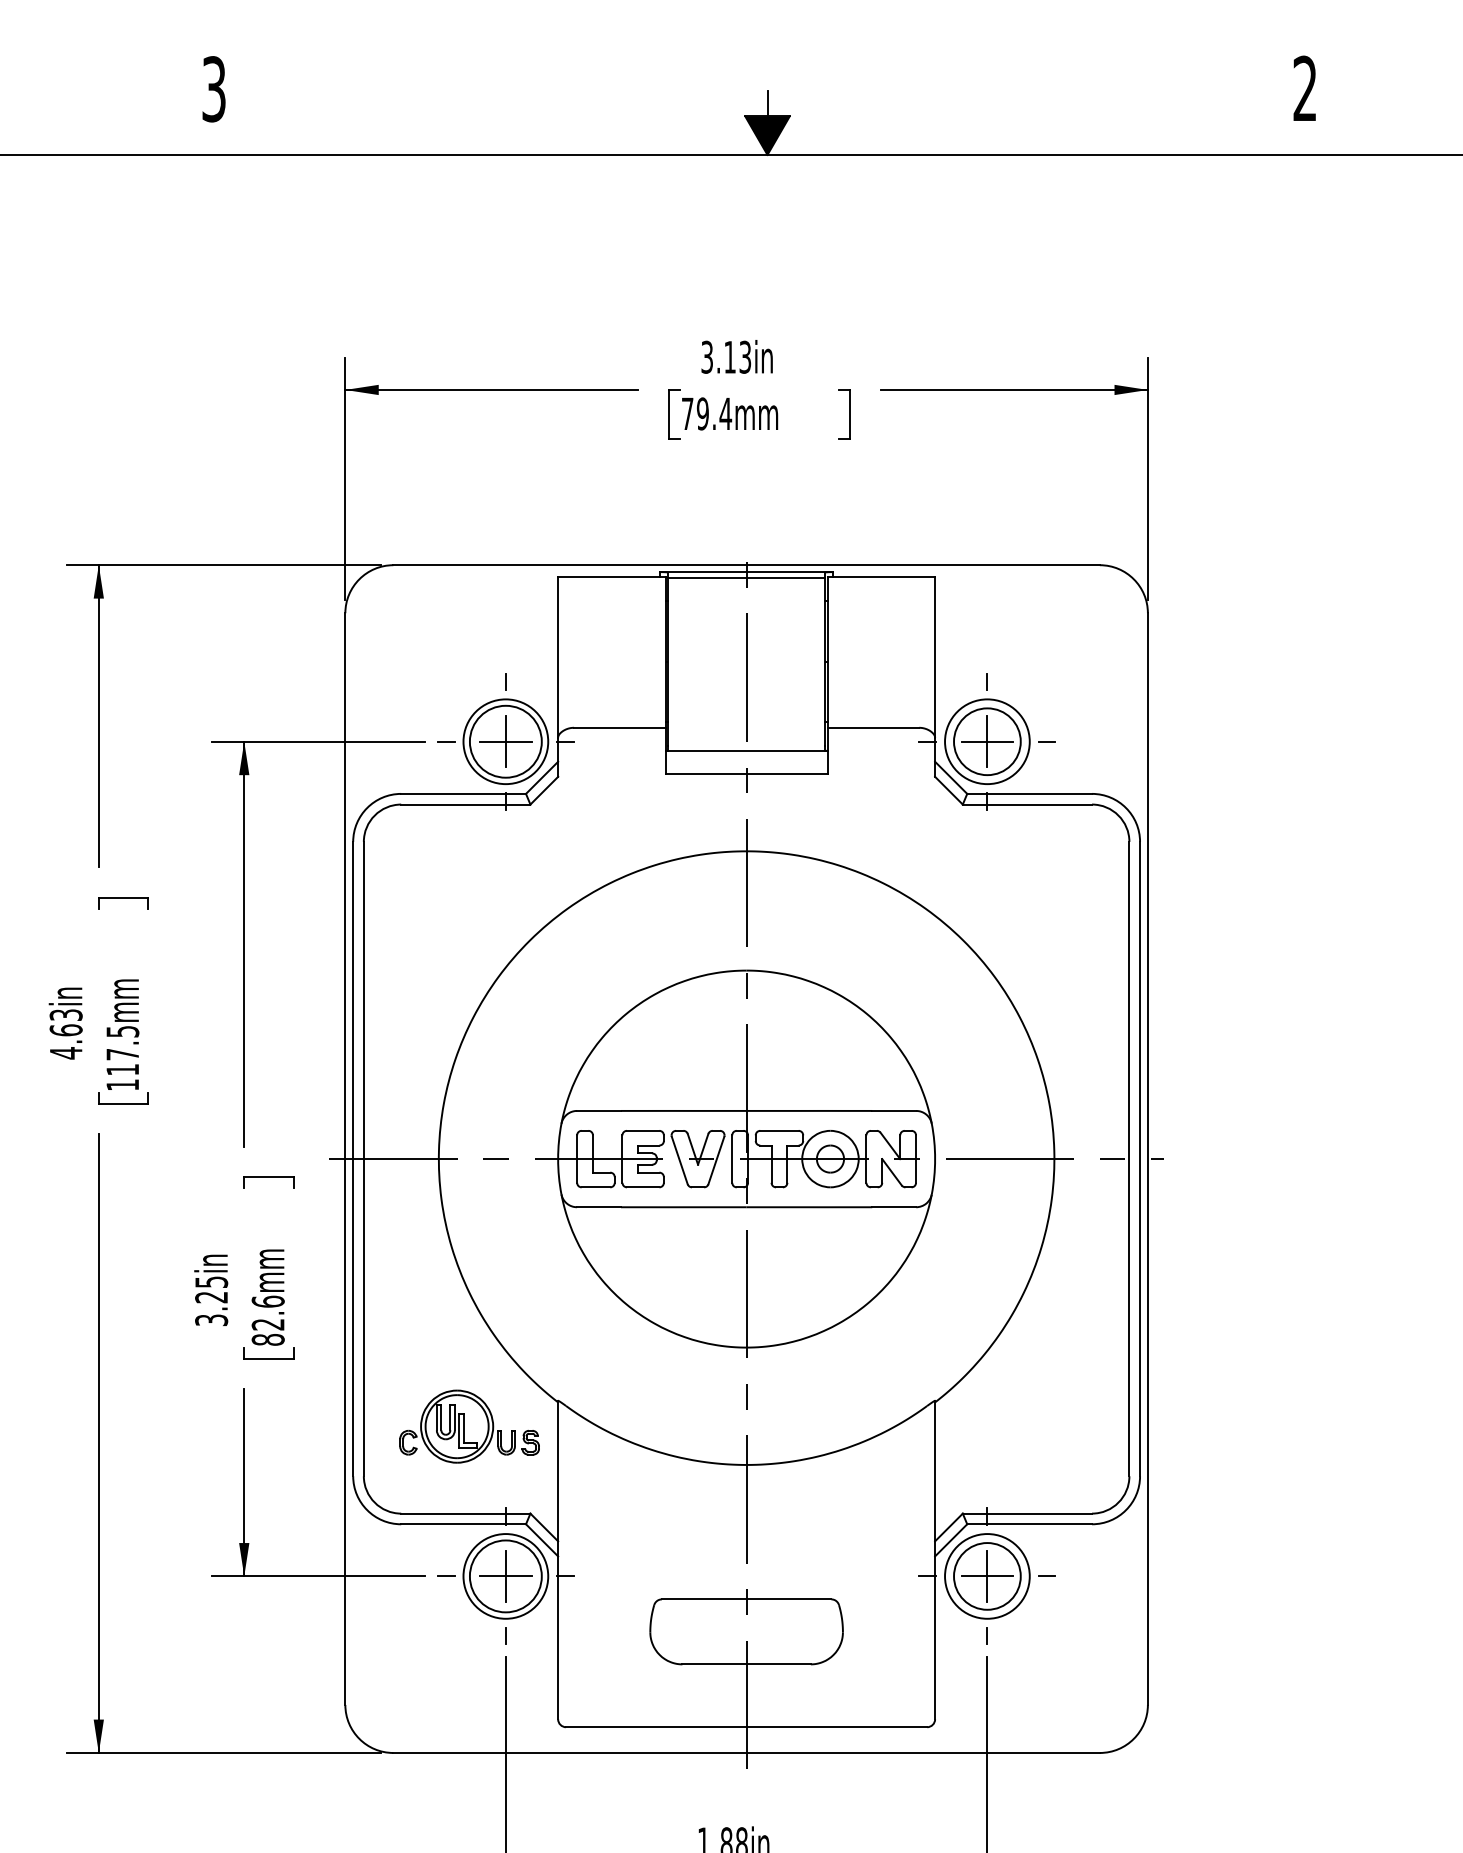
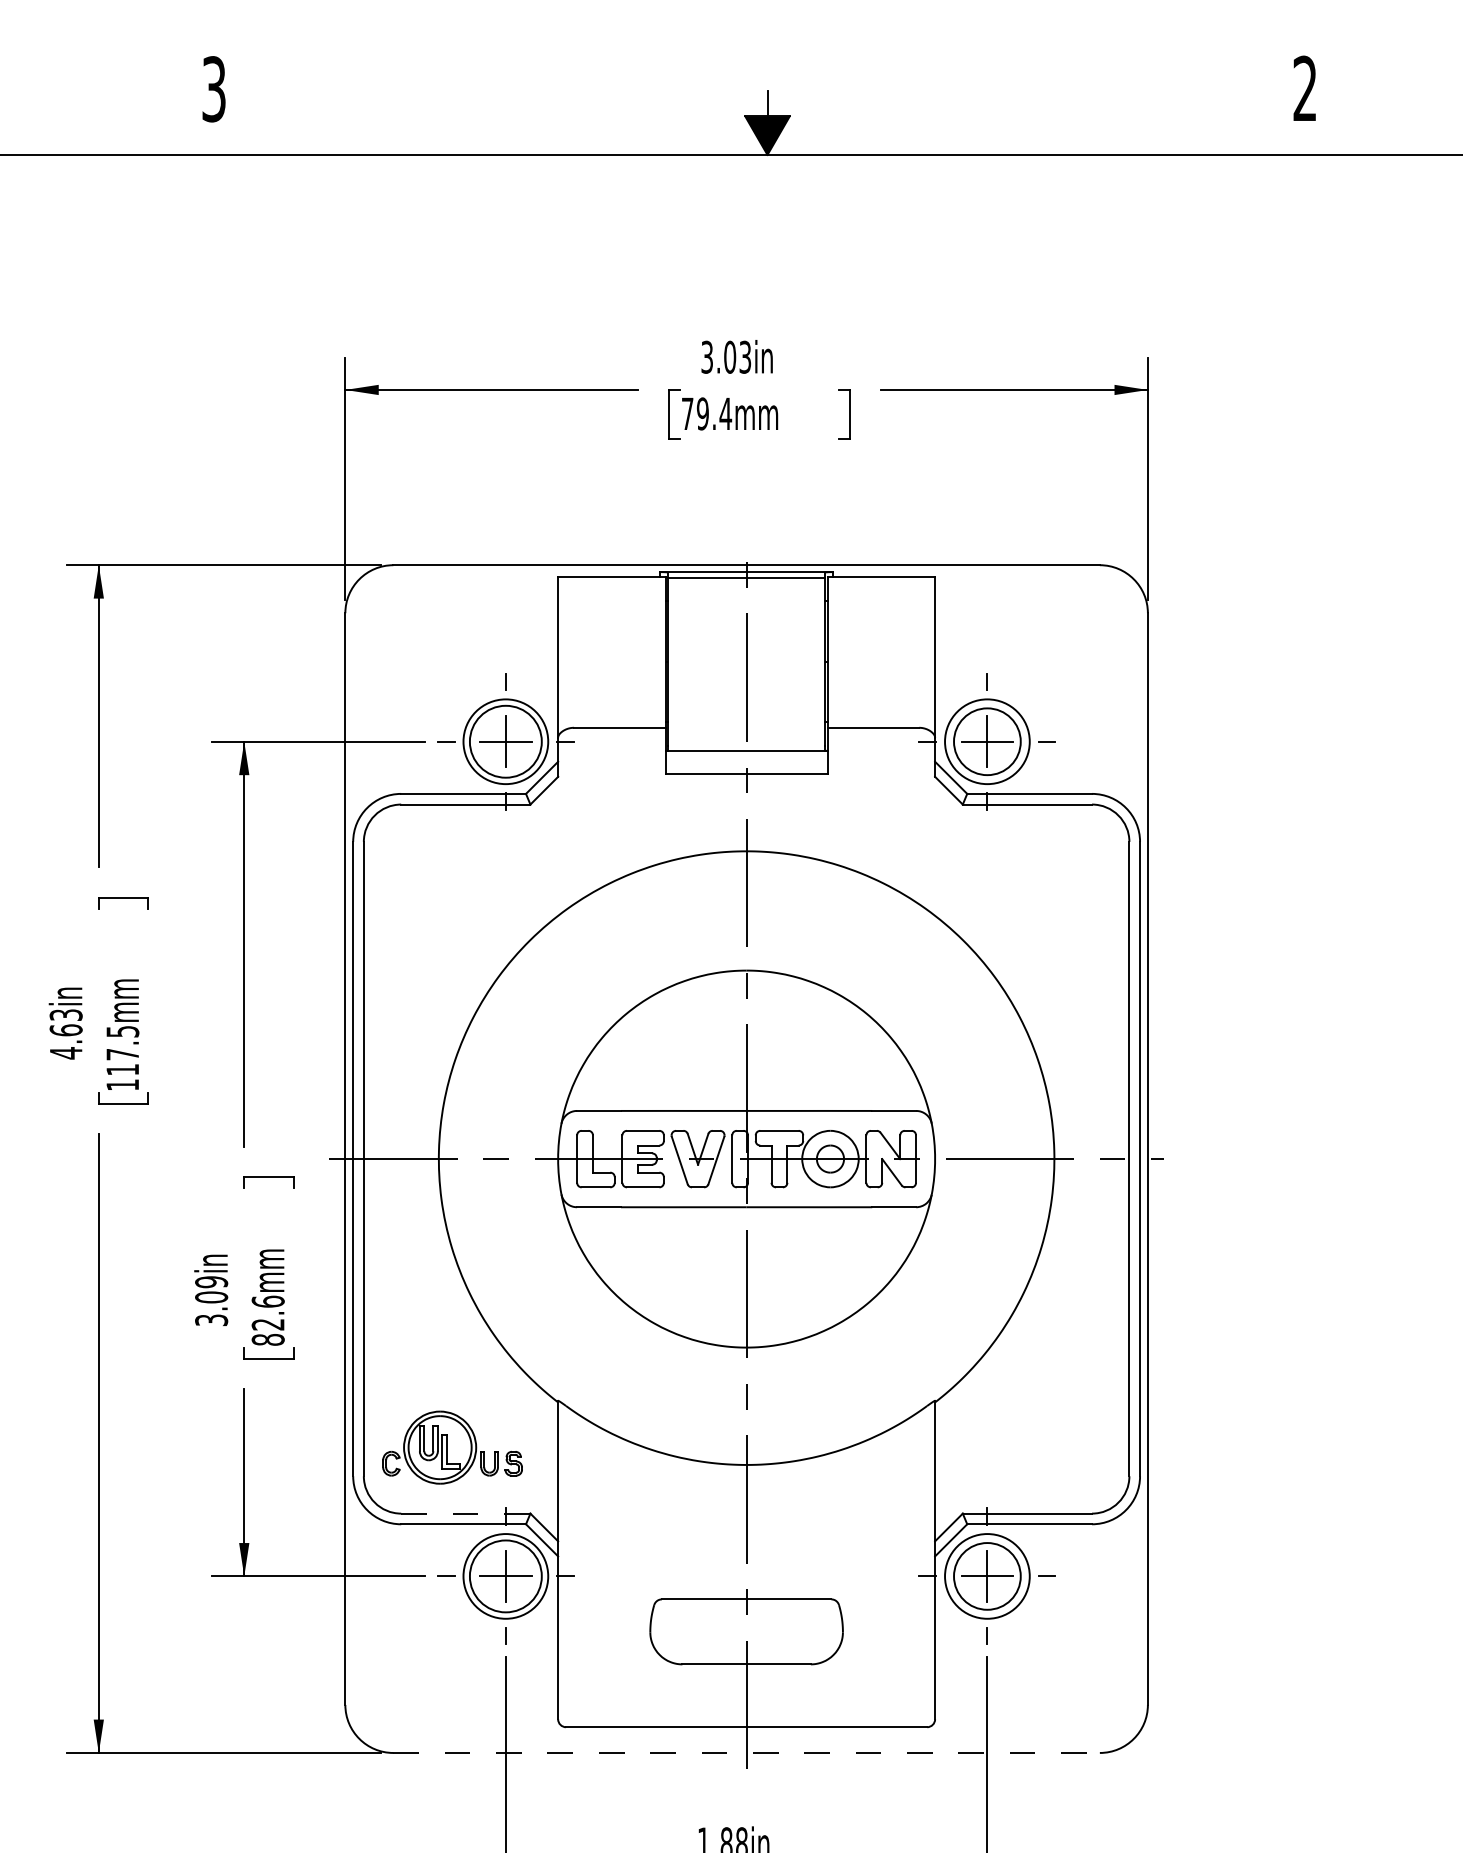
text at (730, 356): 3.13in -> 3.03in
text at (211, 1289): 3.25in -> 3.09in
part at (469, 1426) position: (469, 1426) -> (452, 1447)
line at (465, 1513): solid -> dashed
line at (747, 1752): solid -> dashed
